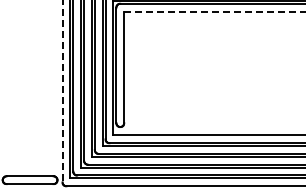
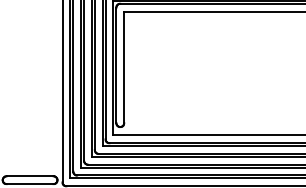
line at (214, 11): dashed -> solid
line at (62, 91): dashed -> solid
